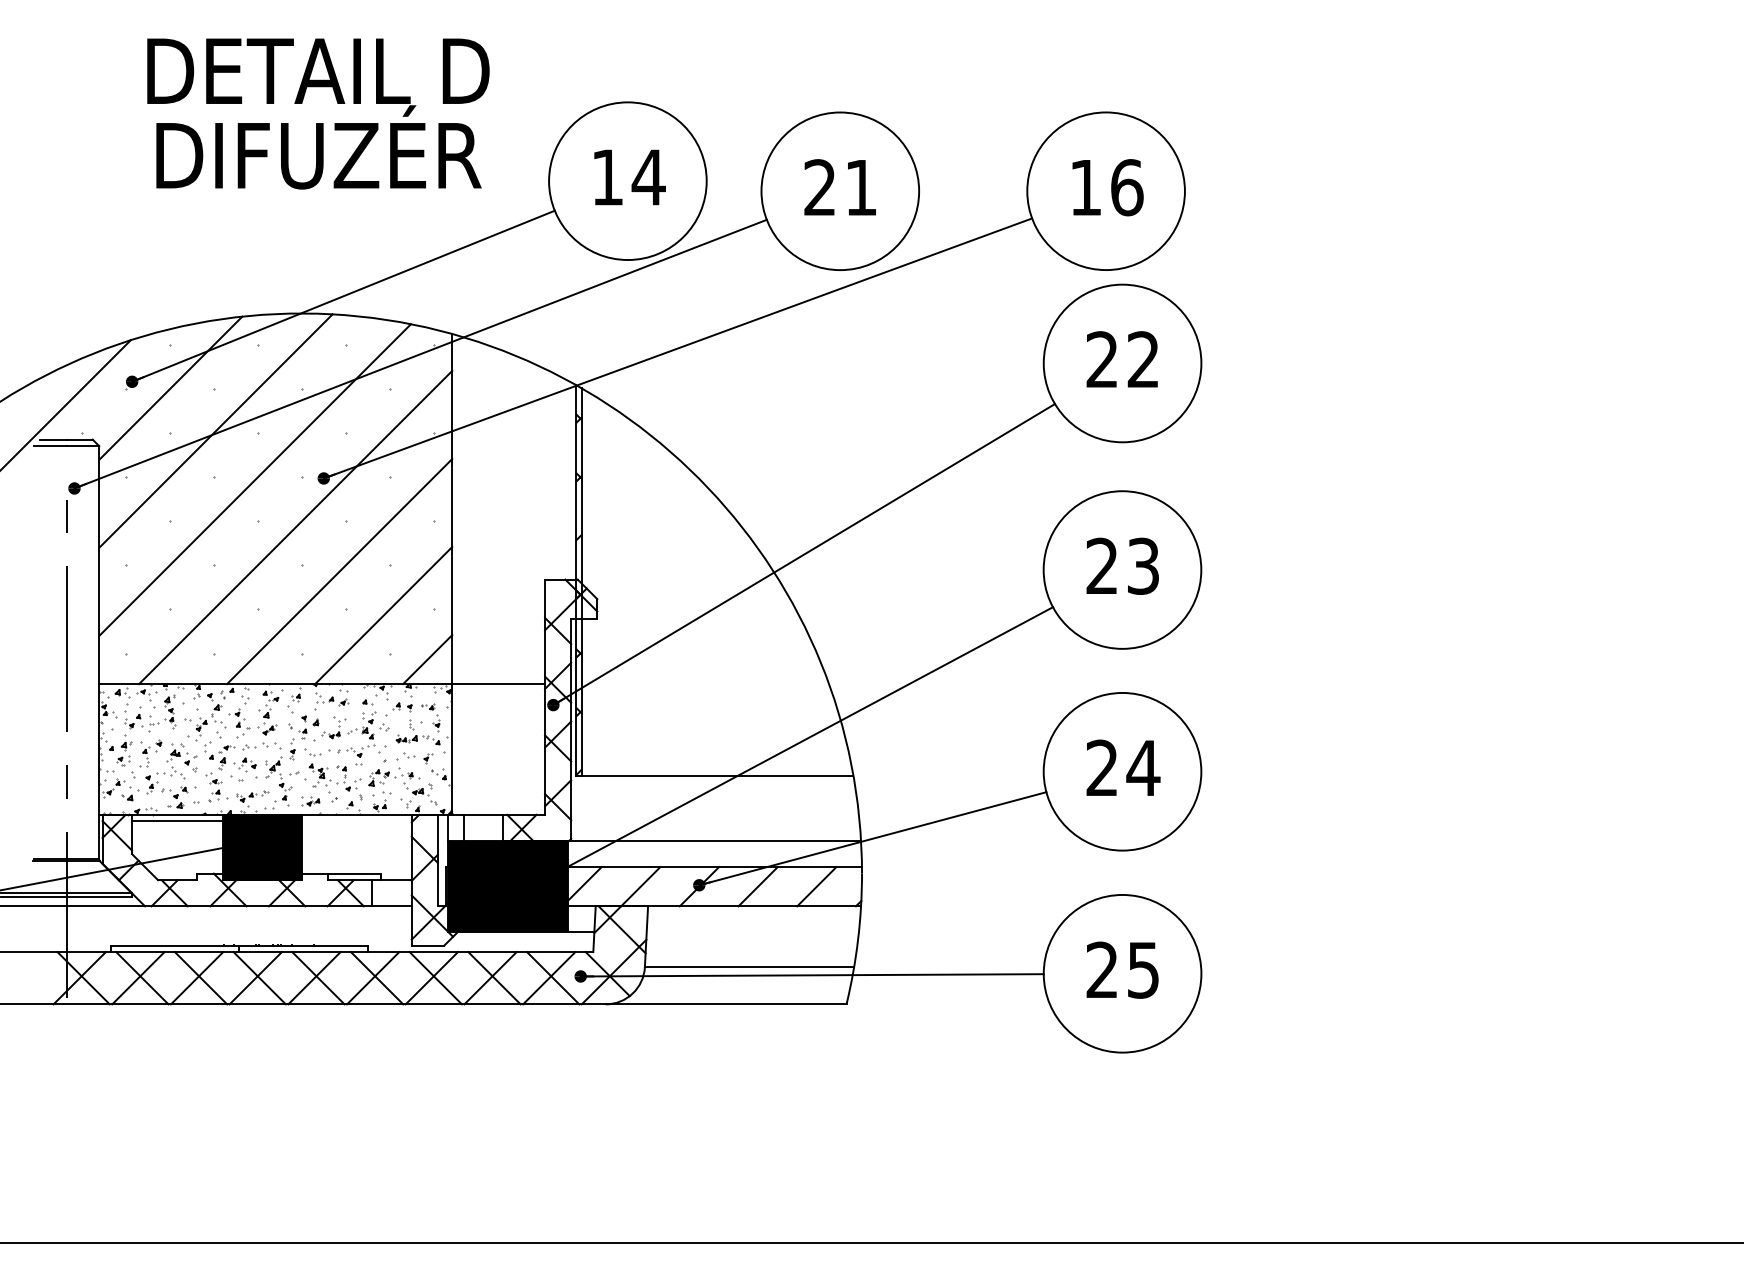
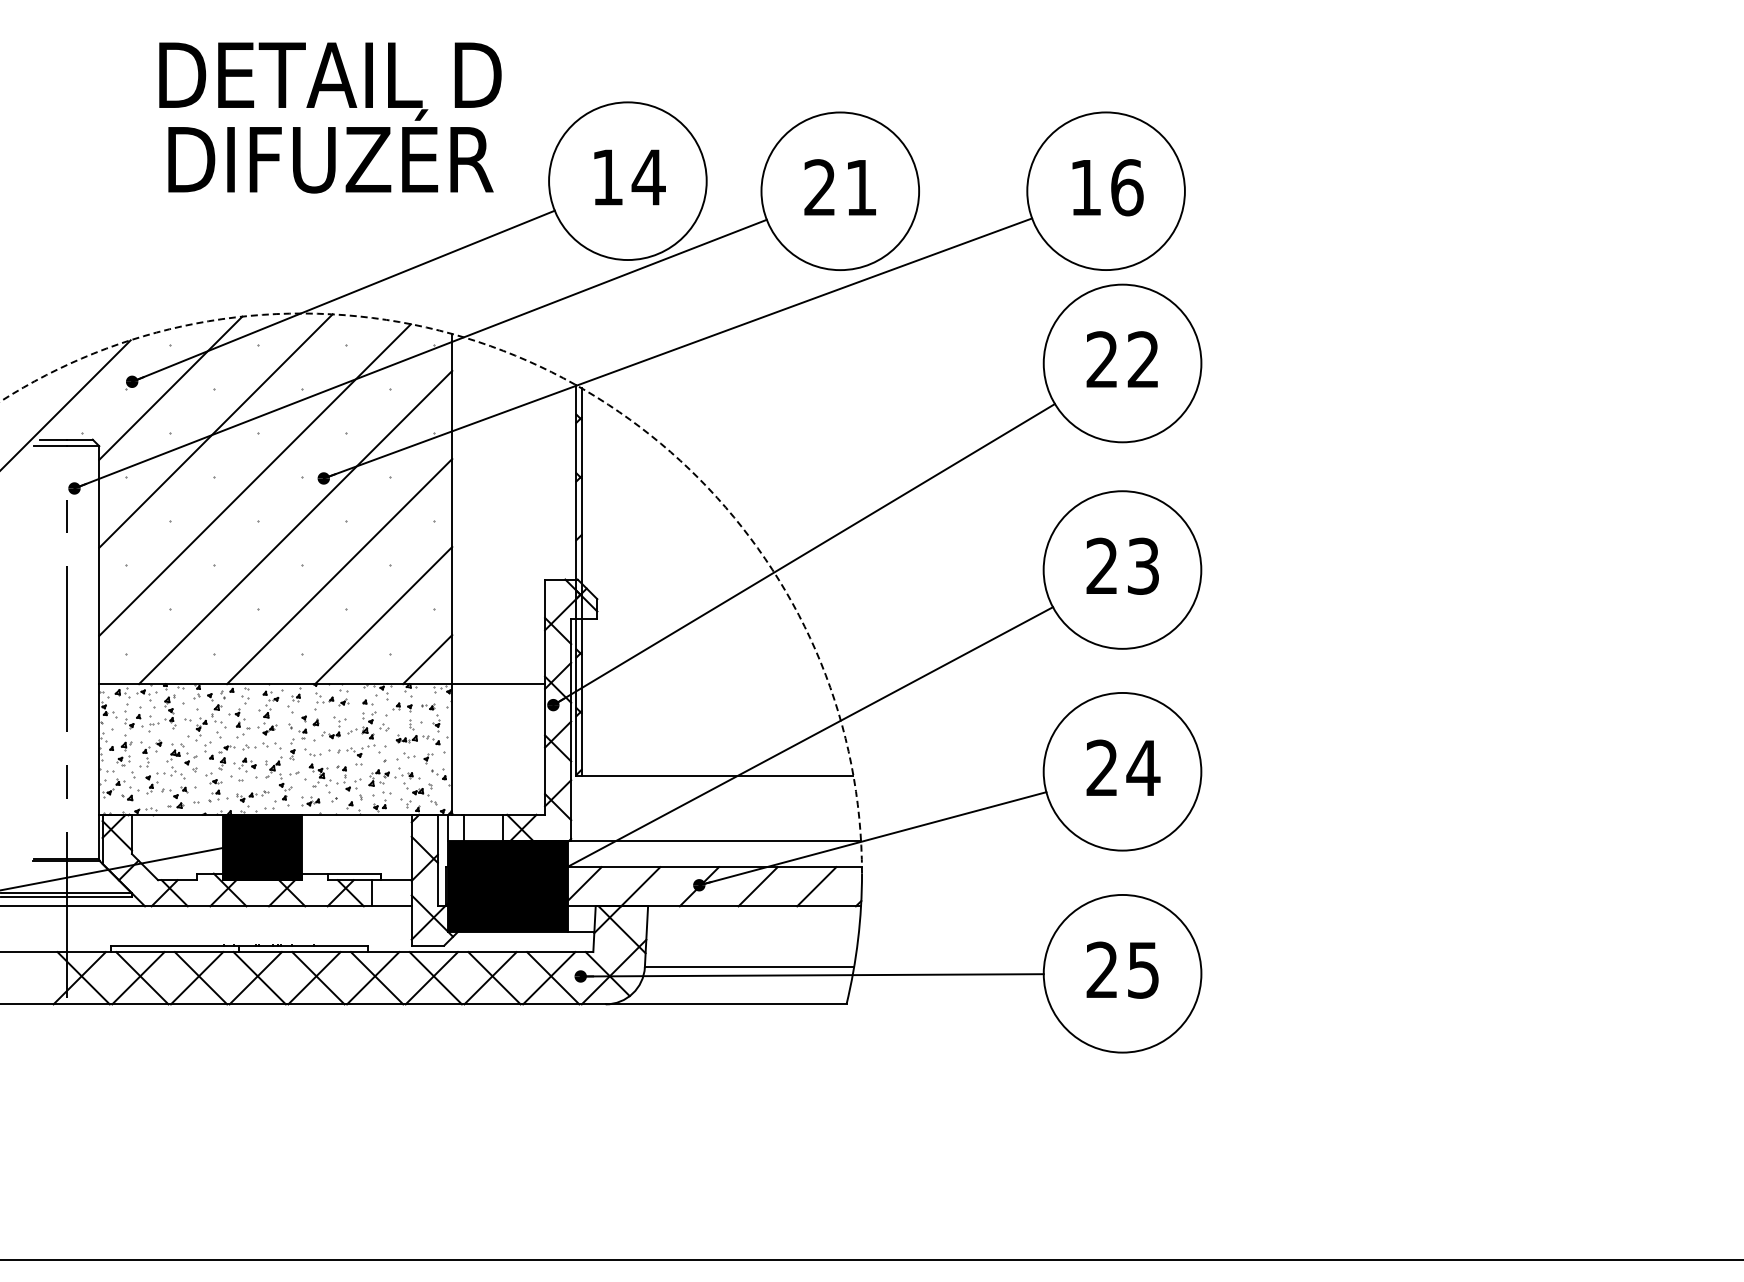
text at (318, 113) position: (318, 113) -> (330, 117)
arc at (574, 383): solid -> dashed
line at (177, 821): present -> none
line at (871, 1243) position: (871, 1243) -> (871, 1260)
